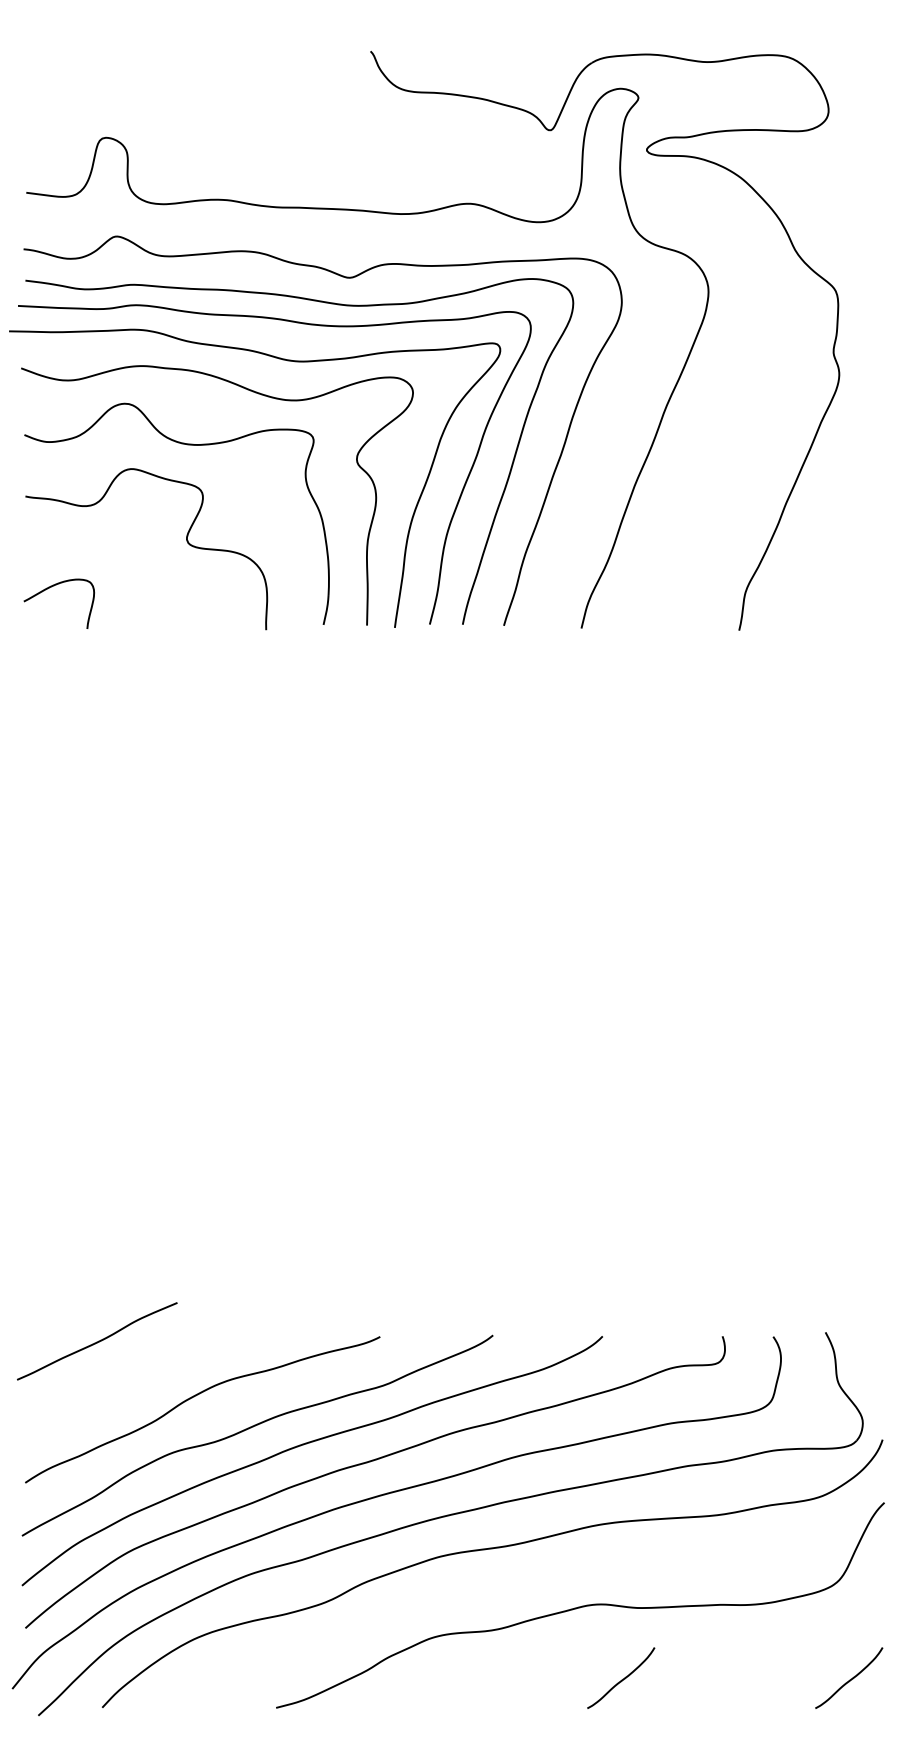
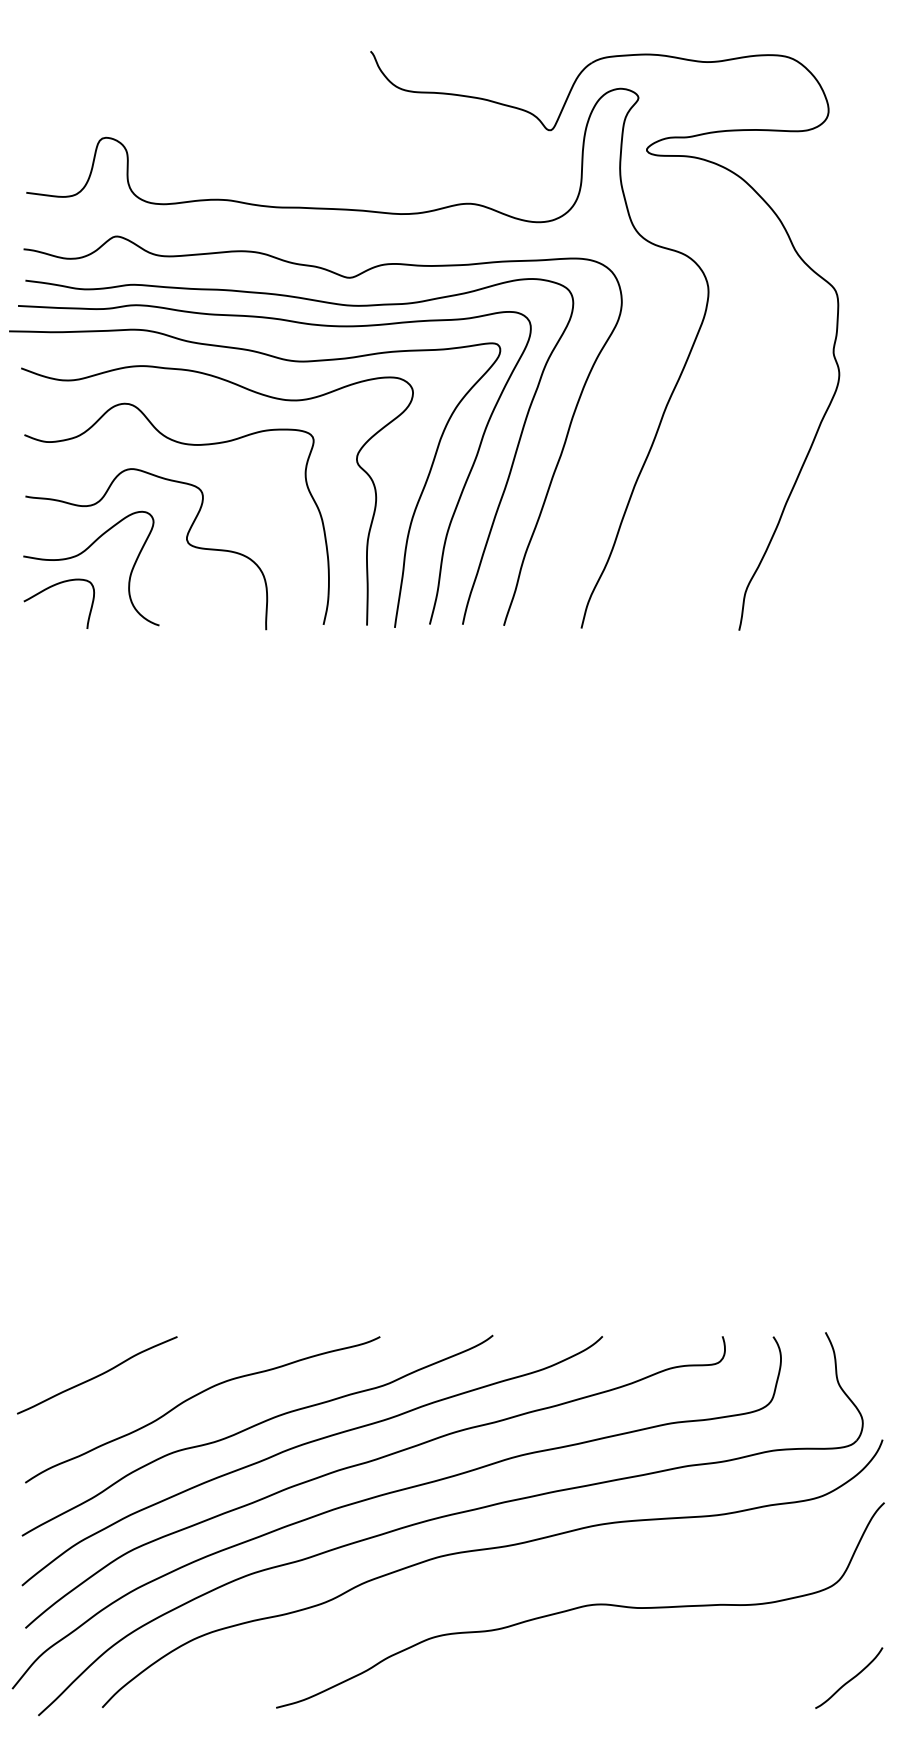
curve at (81, 554): none -> present
curve at (97, 1341) position: (97, 1341) -> (97, 1375)
curve at (621, 1679): present -> none
